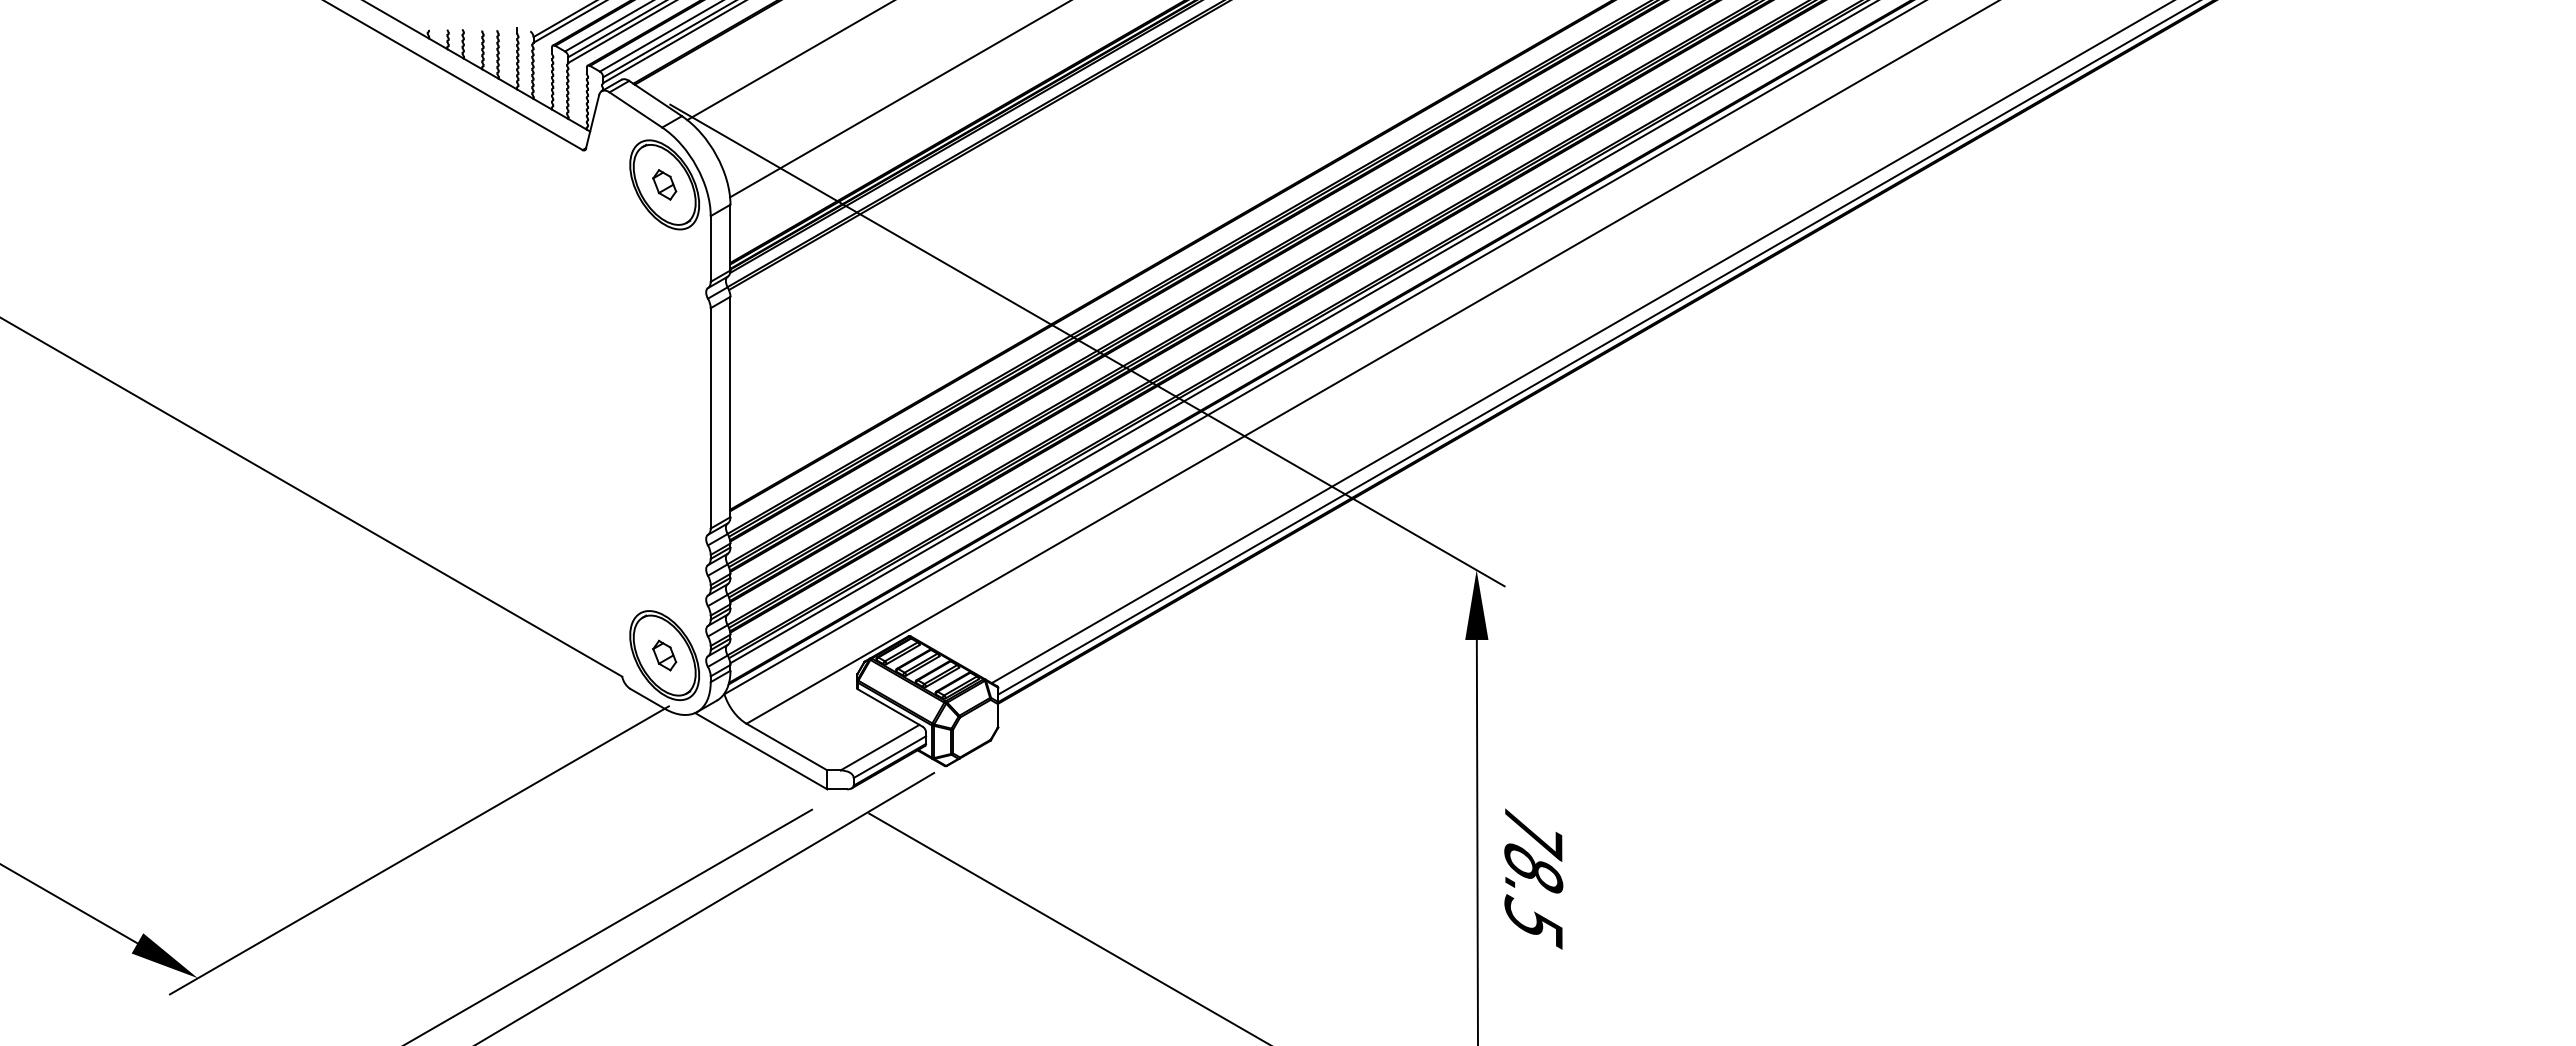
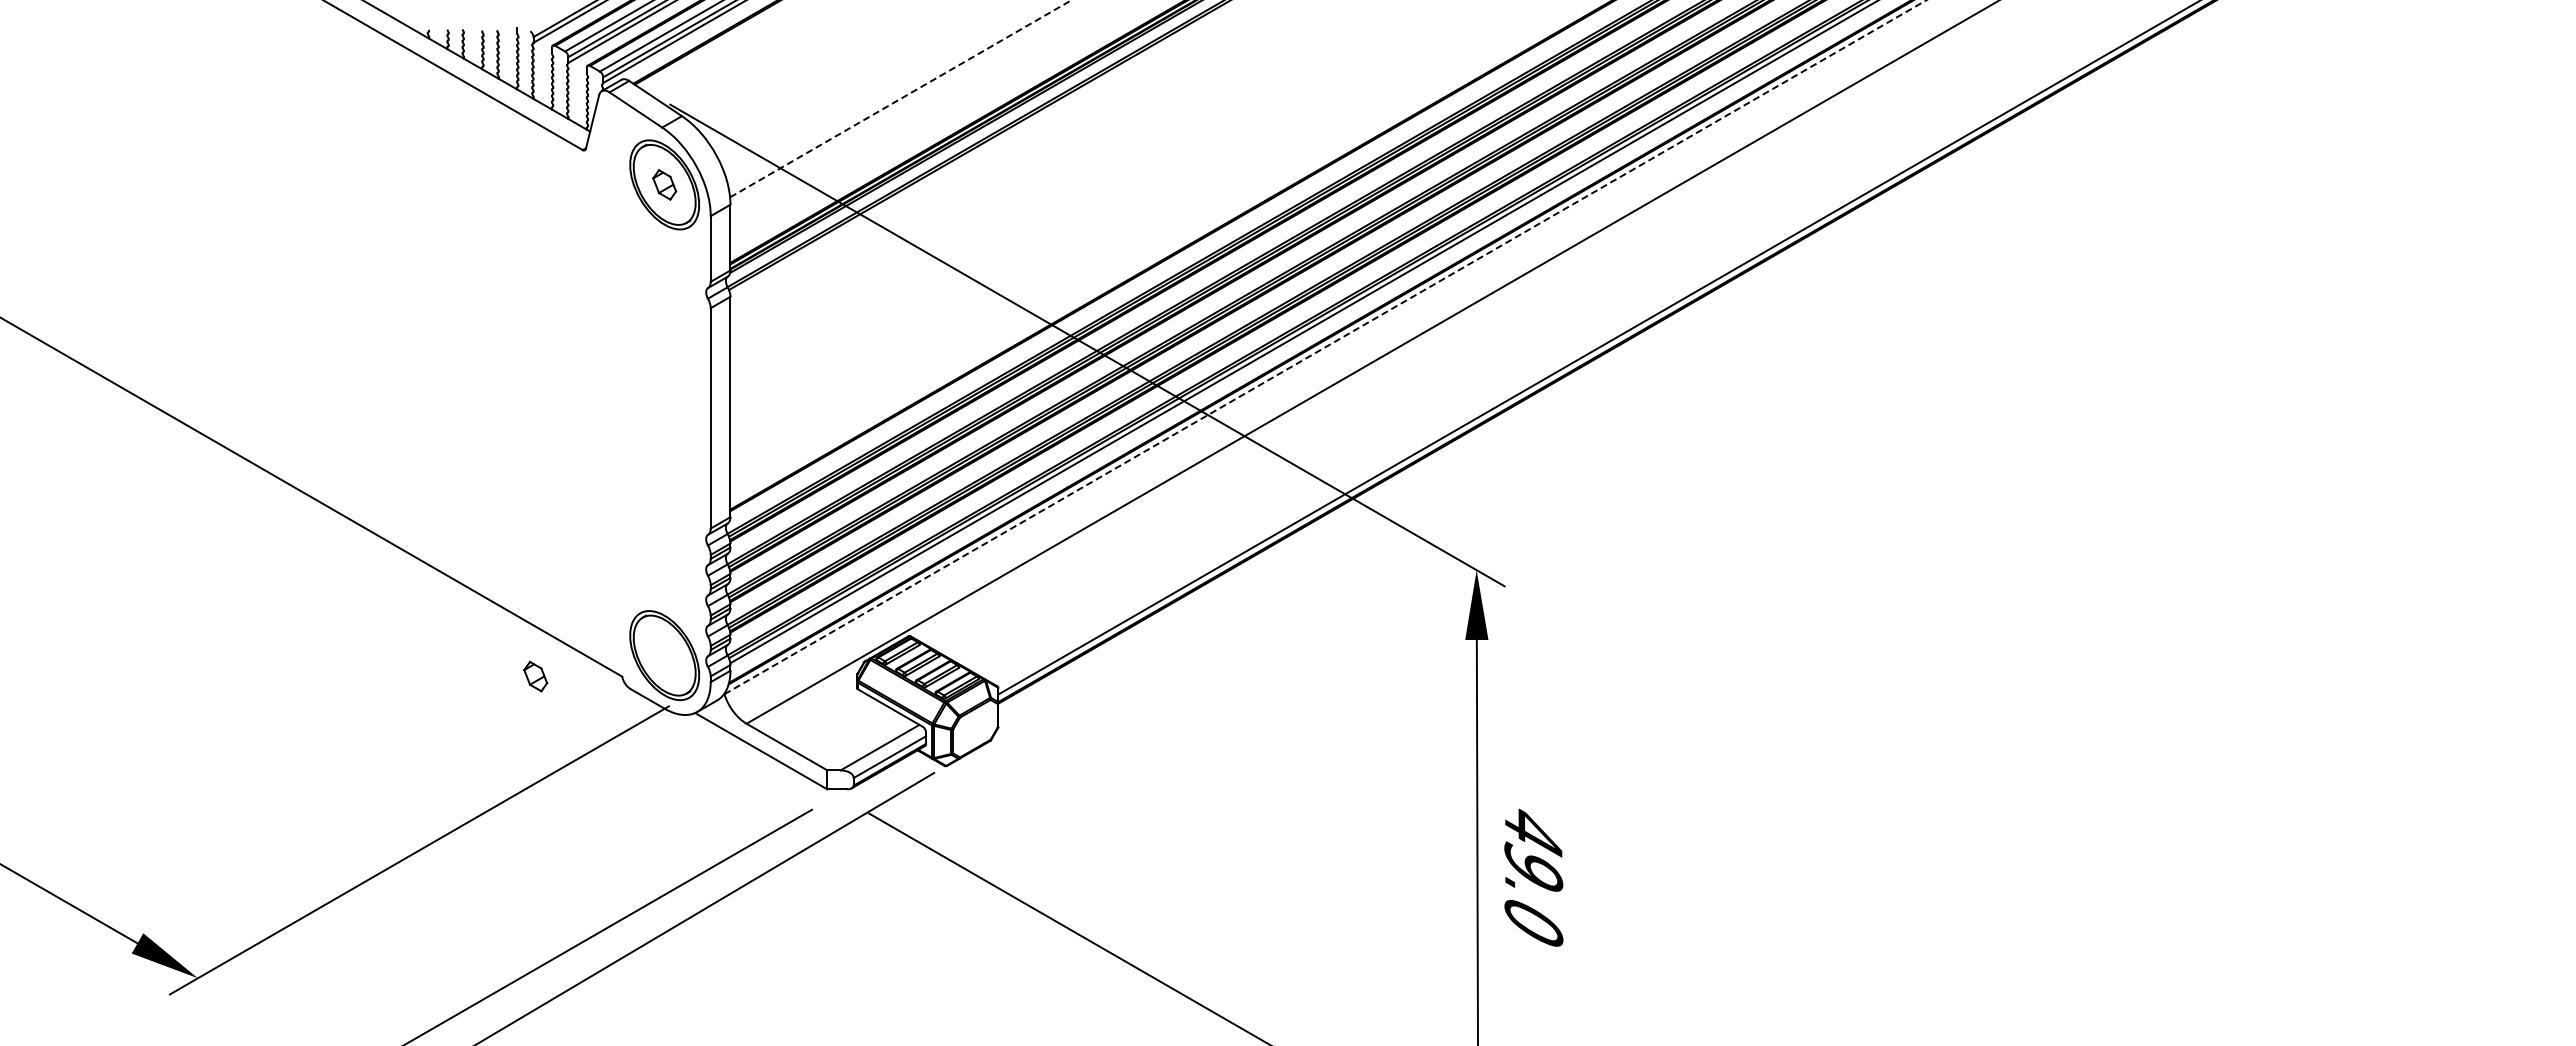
line at (789, 61): present -> none
line at (900, 98): solid -> dashed
line at (1580, 342): present -> none
line at (1326, 346): solid -> dashed
part at (664, 655) position: (664, 655) -> (535, 676)
text at (1533, 878): 78.5 -> 49.0
